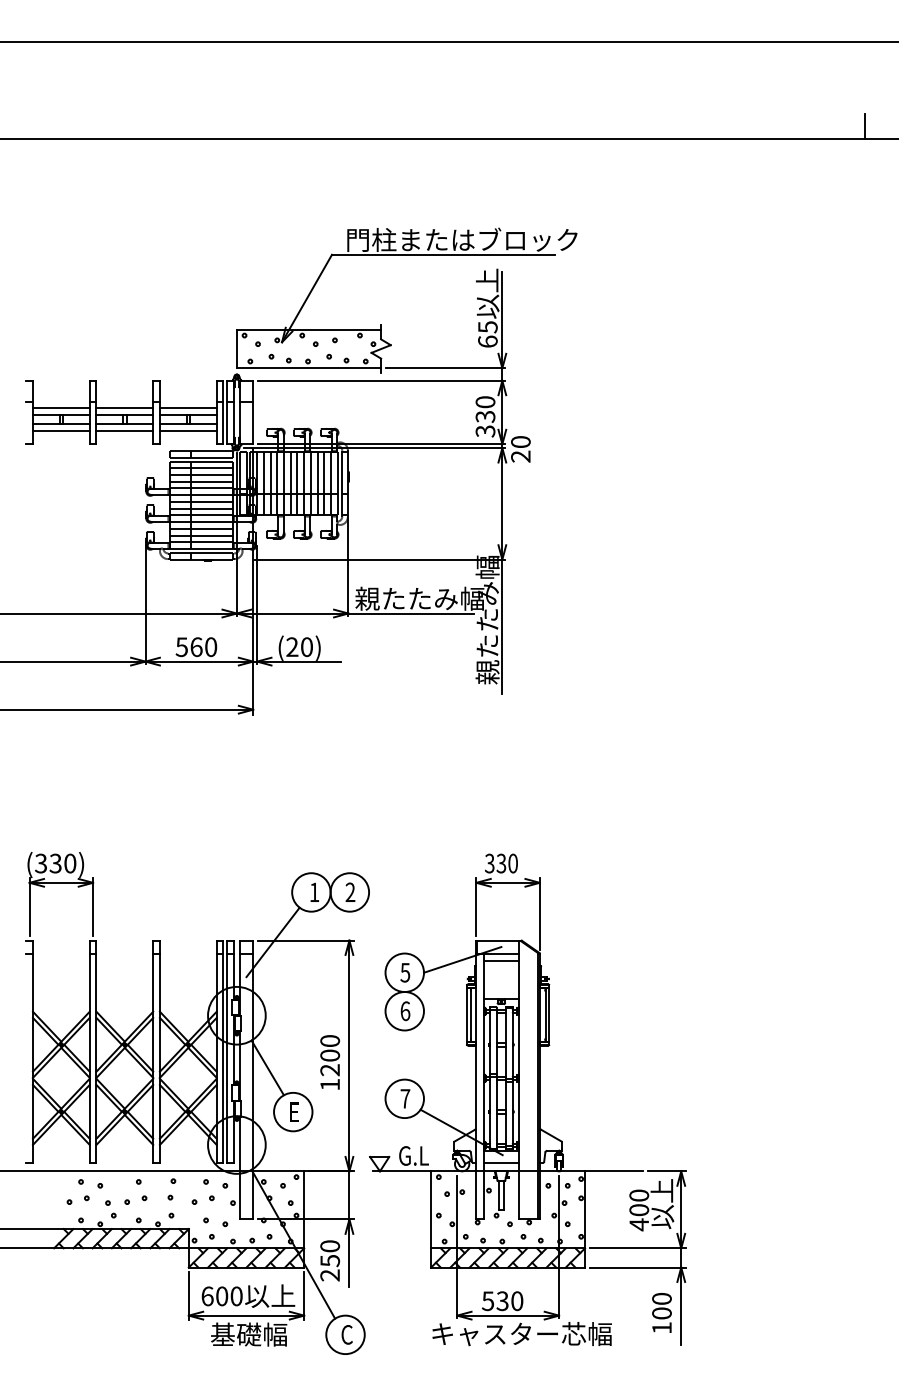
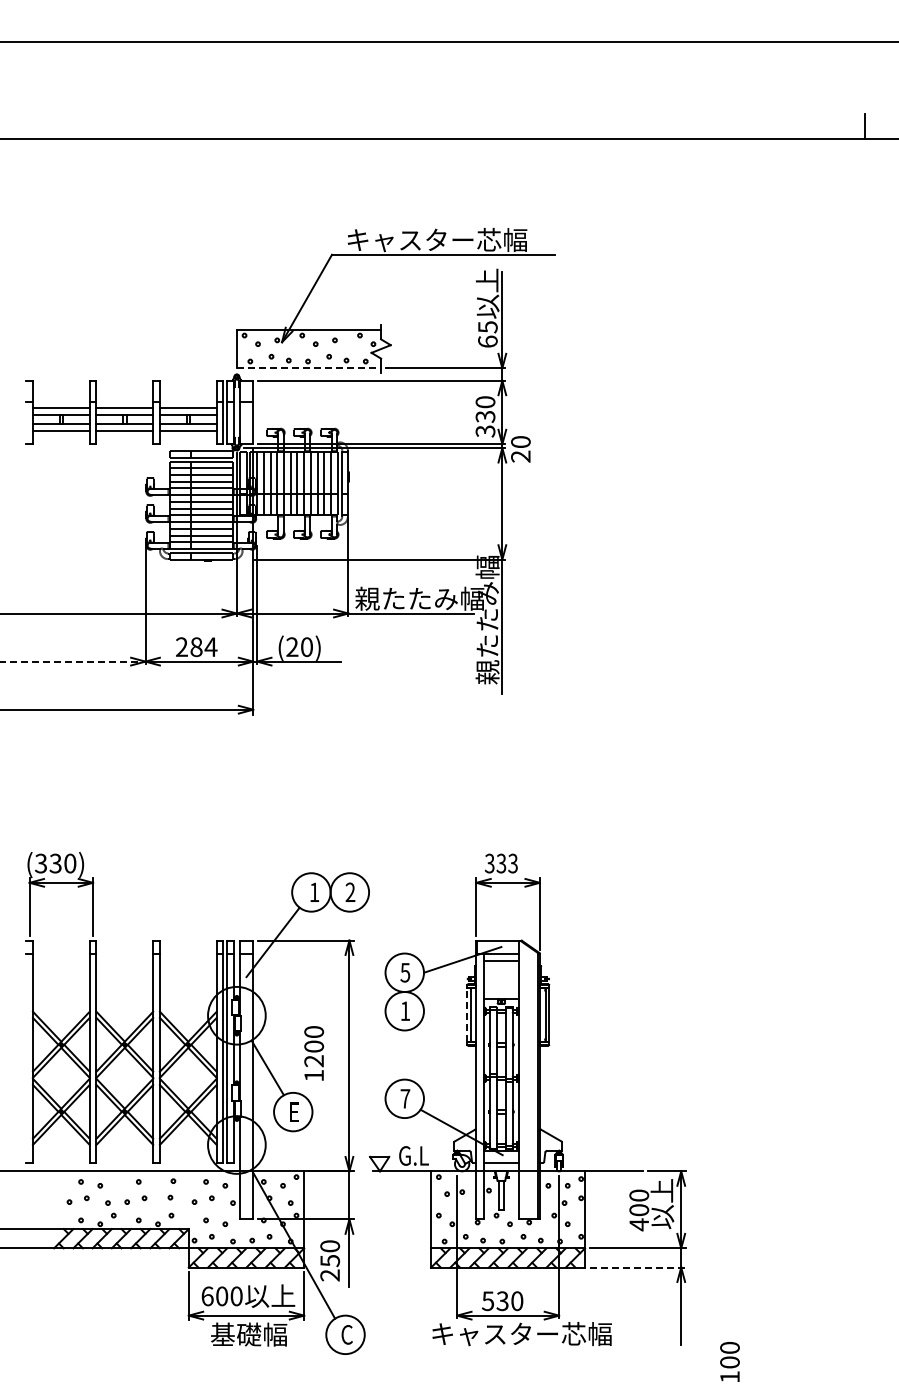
text at (462, 239): 門柱またはブロック -> キャスター芯幅
line at (309, 368): solid -> dashed
text at (196, 647): 560 -> 284
line at (73, 661): solid -> dashed
text at (512, 863): 330 -> 333
text at (405, 1011): 6 -> 1
line at (466, 1014): solid -> dashed
text at (330, 1062) position: (330, 1062) -> (314, 1053)
line at (638, 1267): solid -> dashed
text at (661, 1312) position: (661, 1312) -> (729, 1361)
